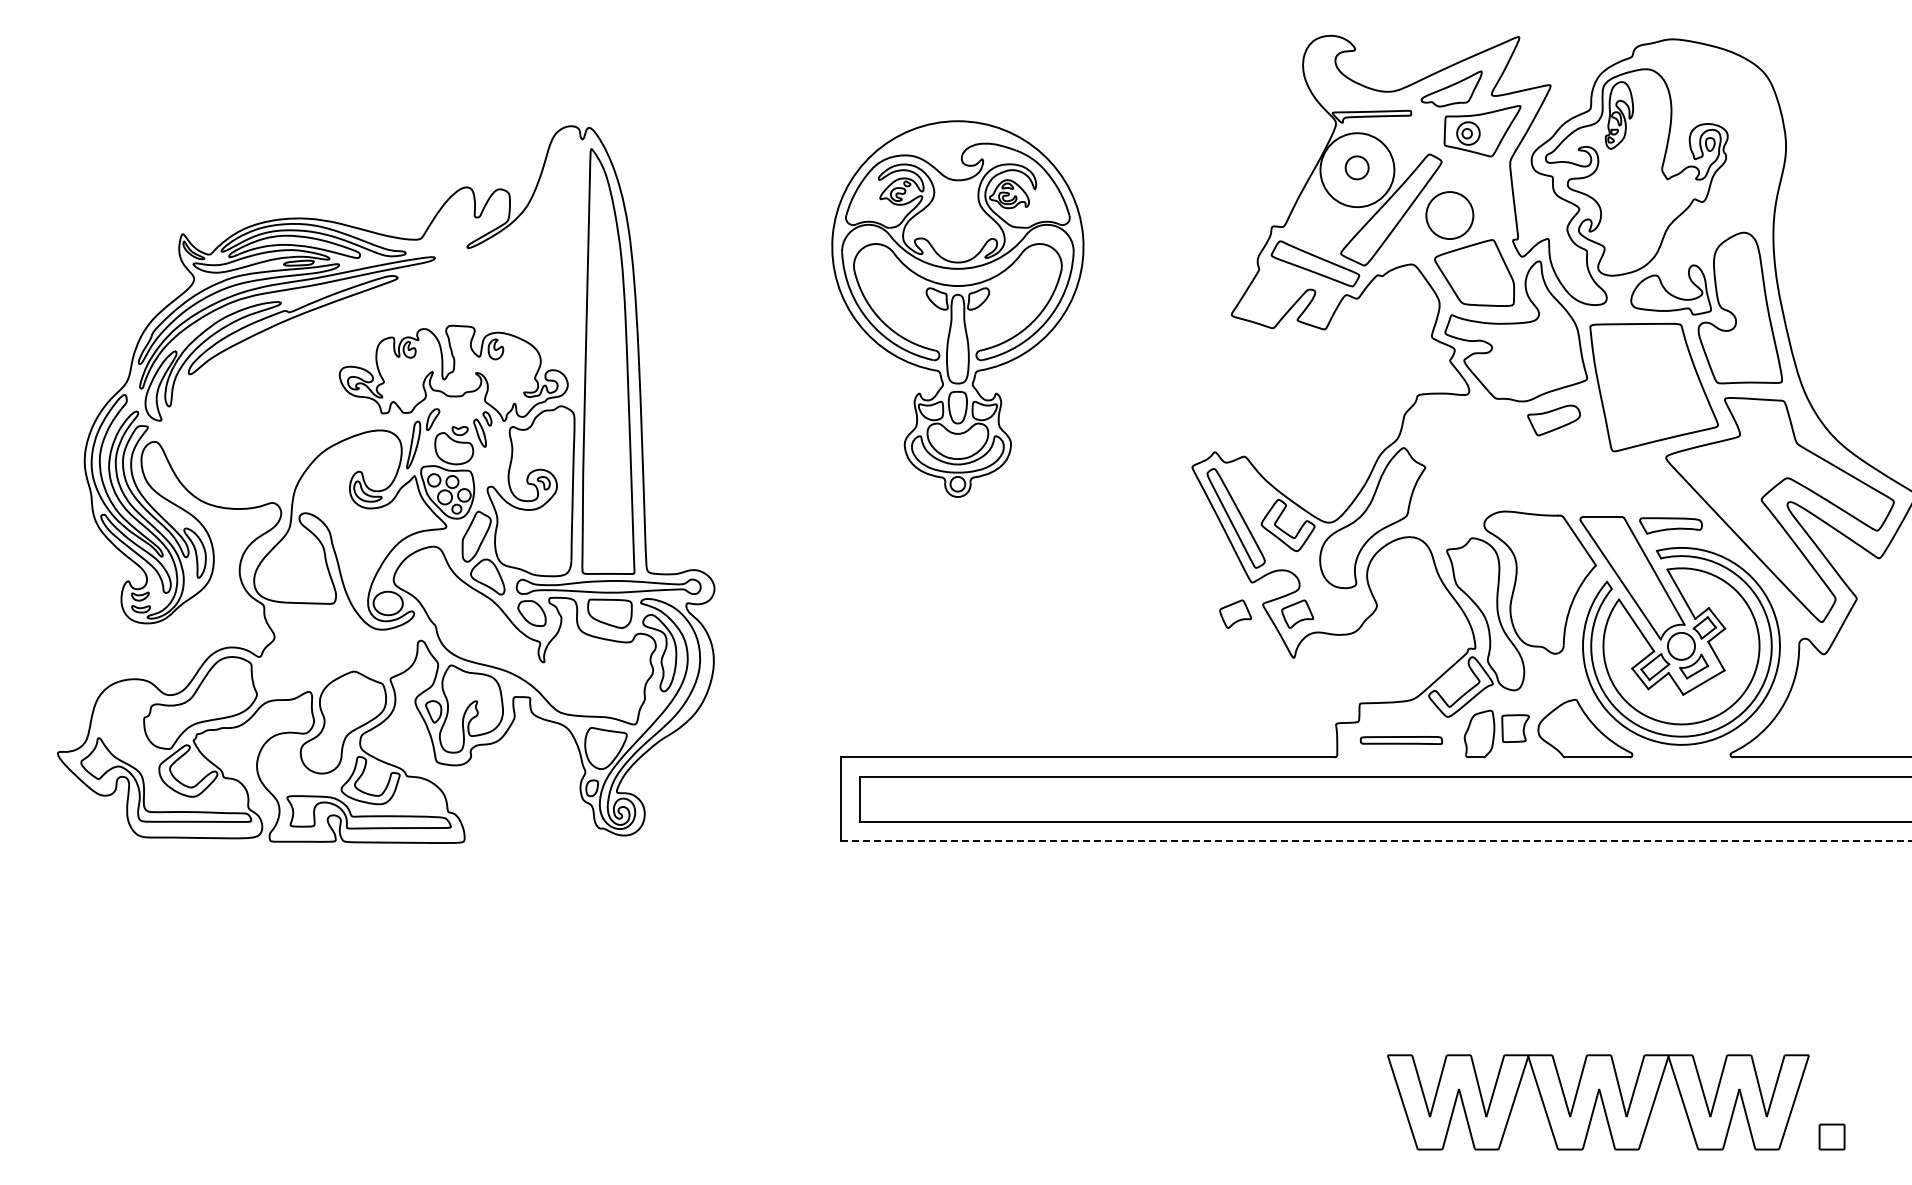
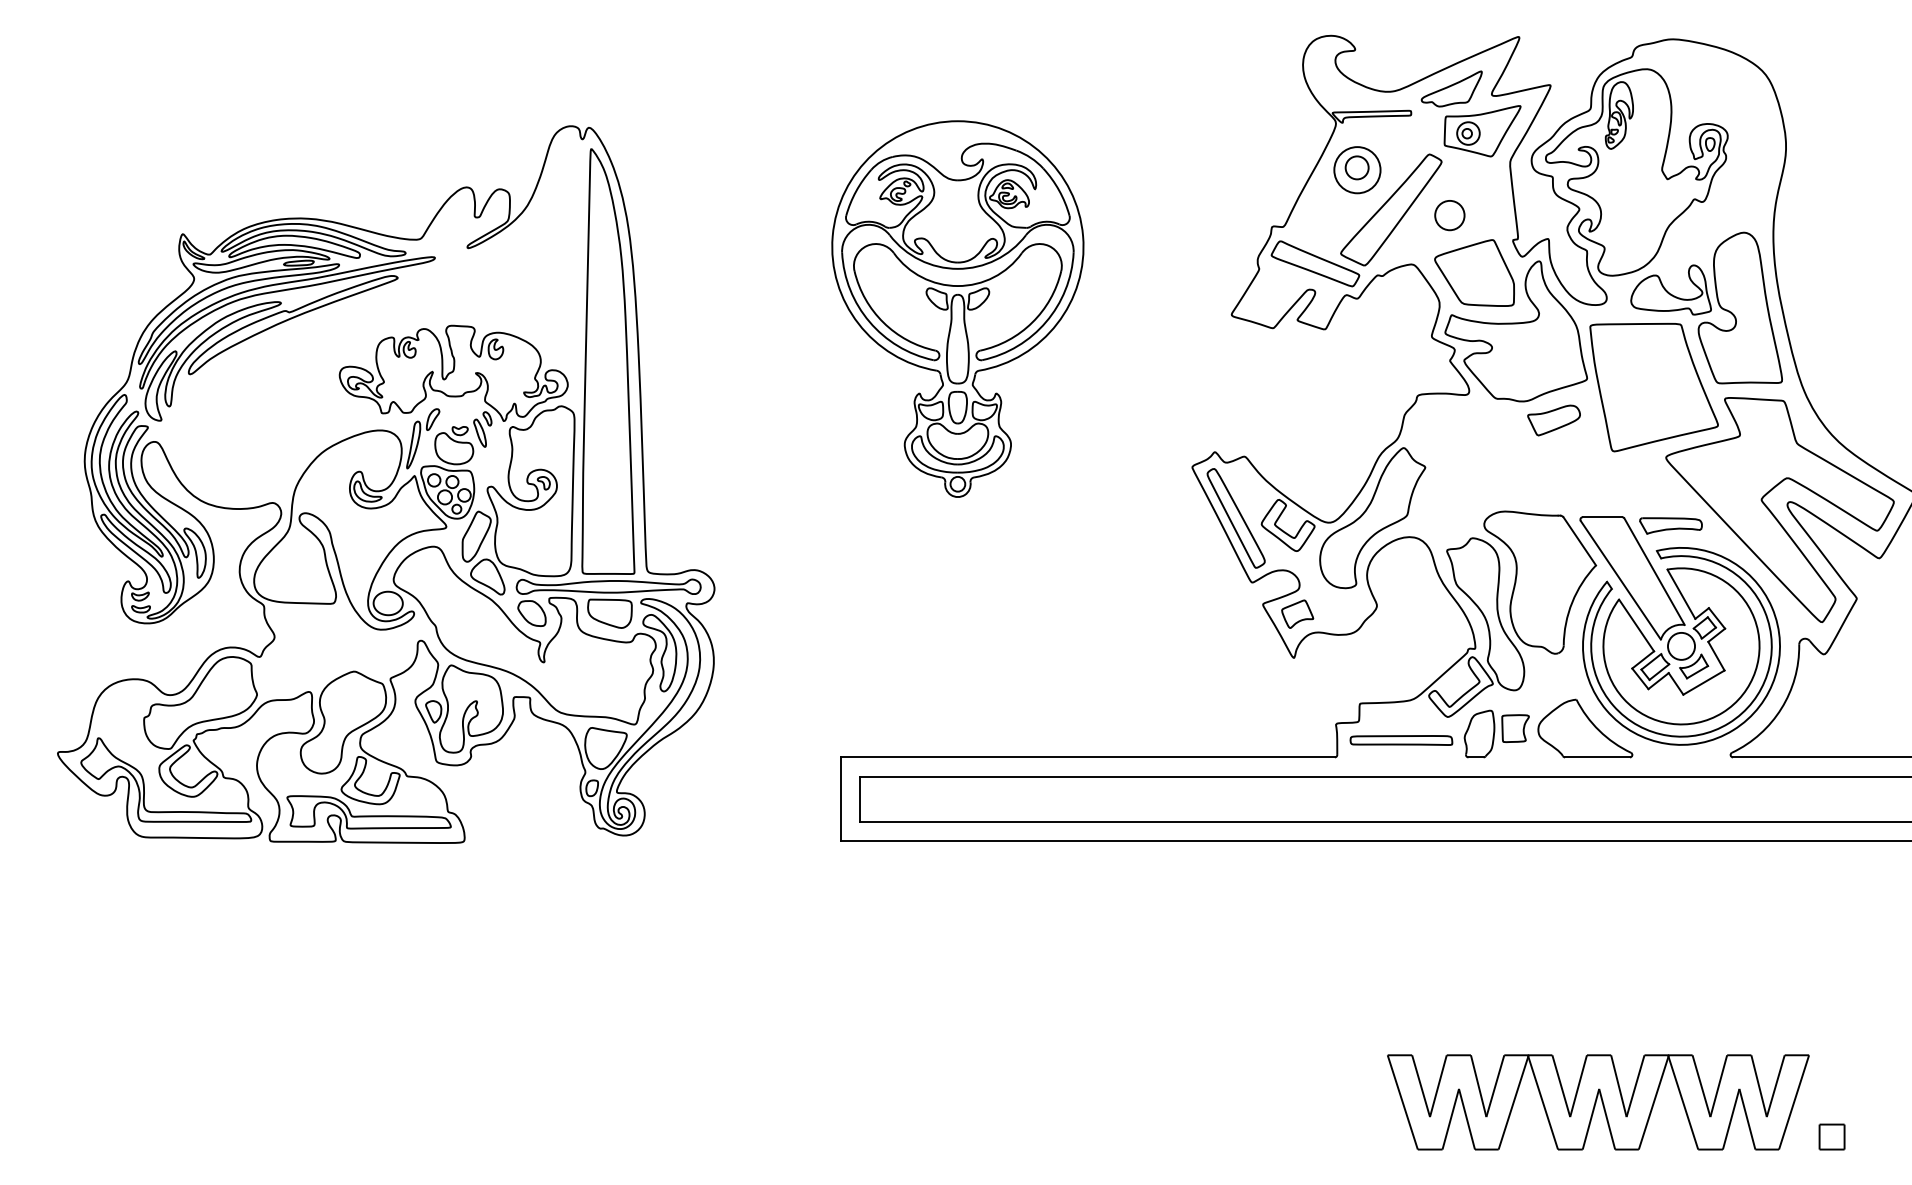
circle at (1357, 170) diameter: 74 px -> 46 px
circle at (1449, 215) diameter: 47 px -> 29 px
part at (1235, 613): present -> none
part at (1401, 740) size: 85x9 px -> 105x11 px
line at (1376, 841): dashed -> solid
